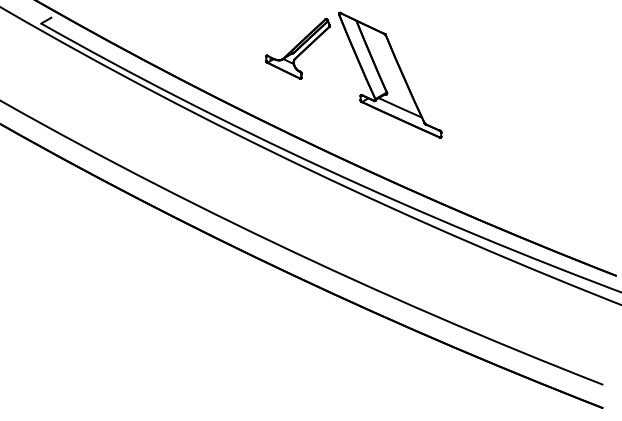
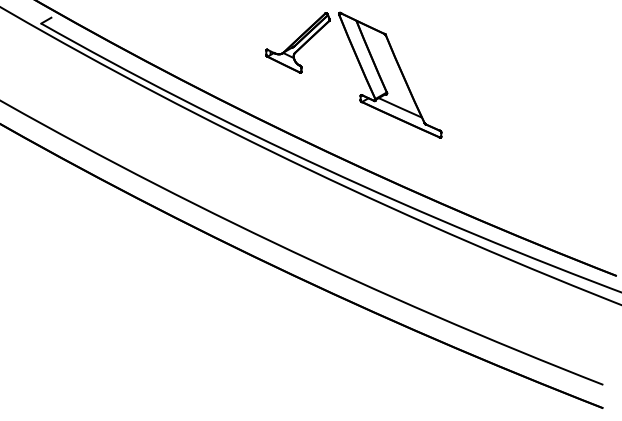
part at (297, 48) position: (297, 48) -> (297, 42)
